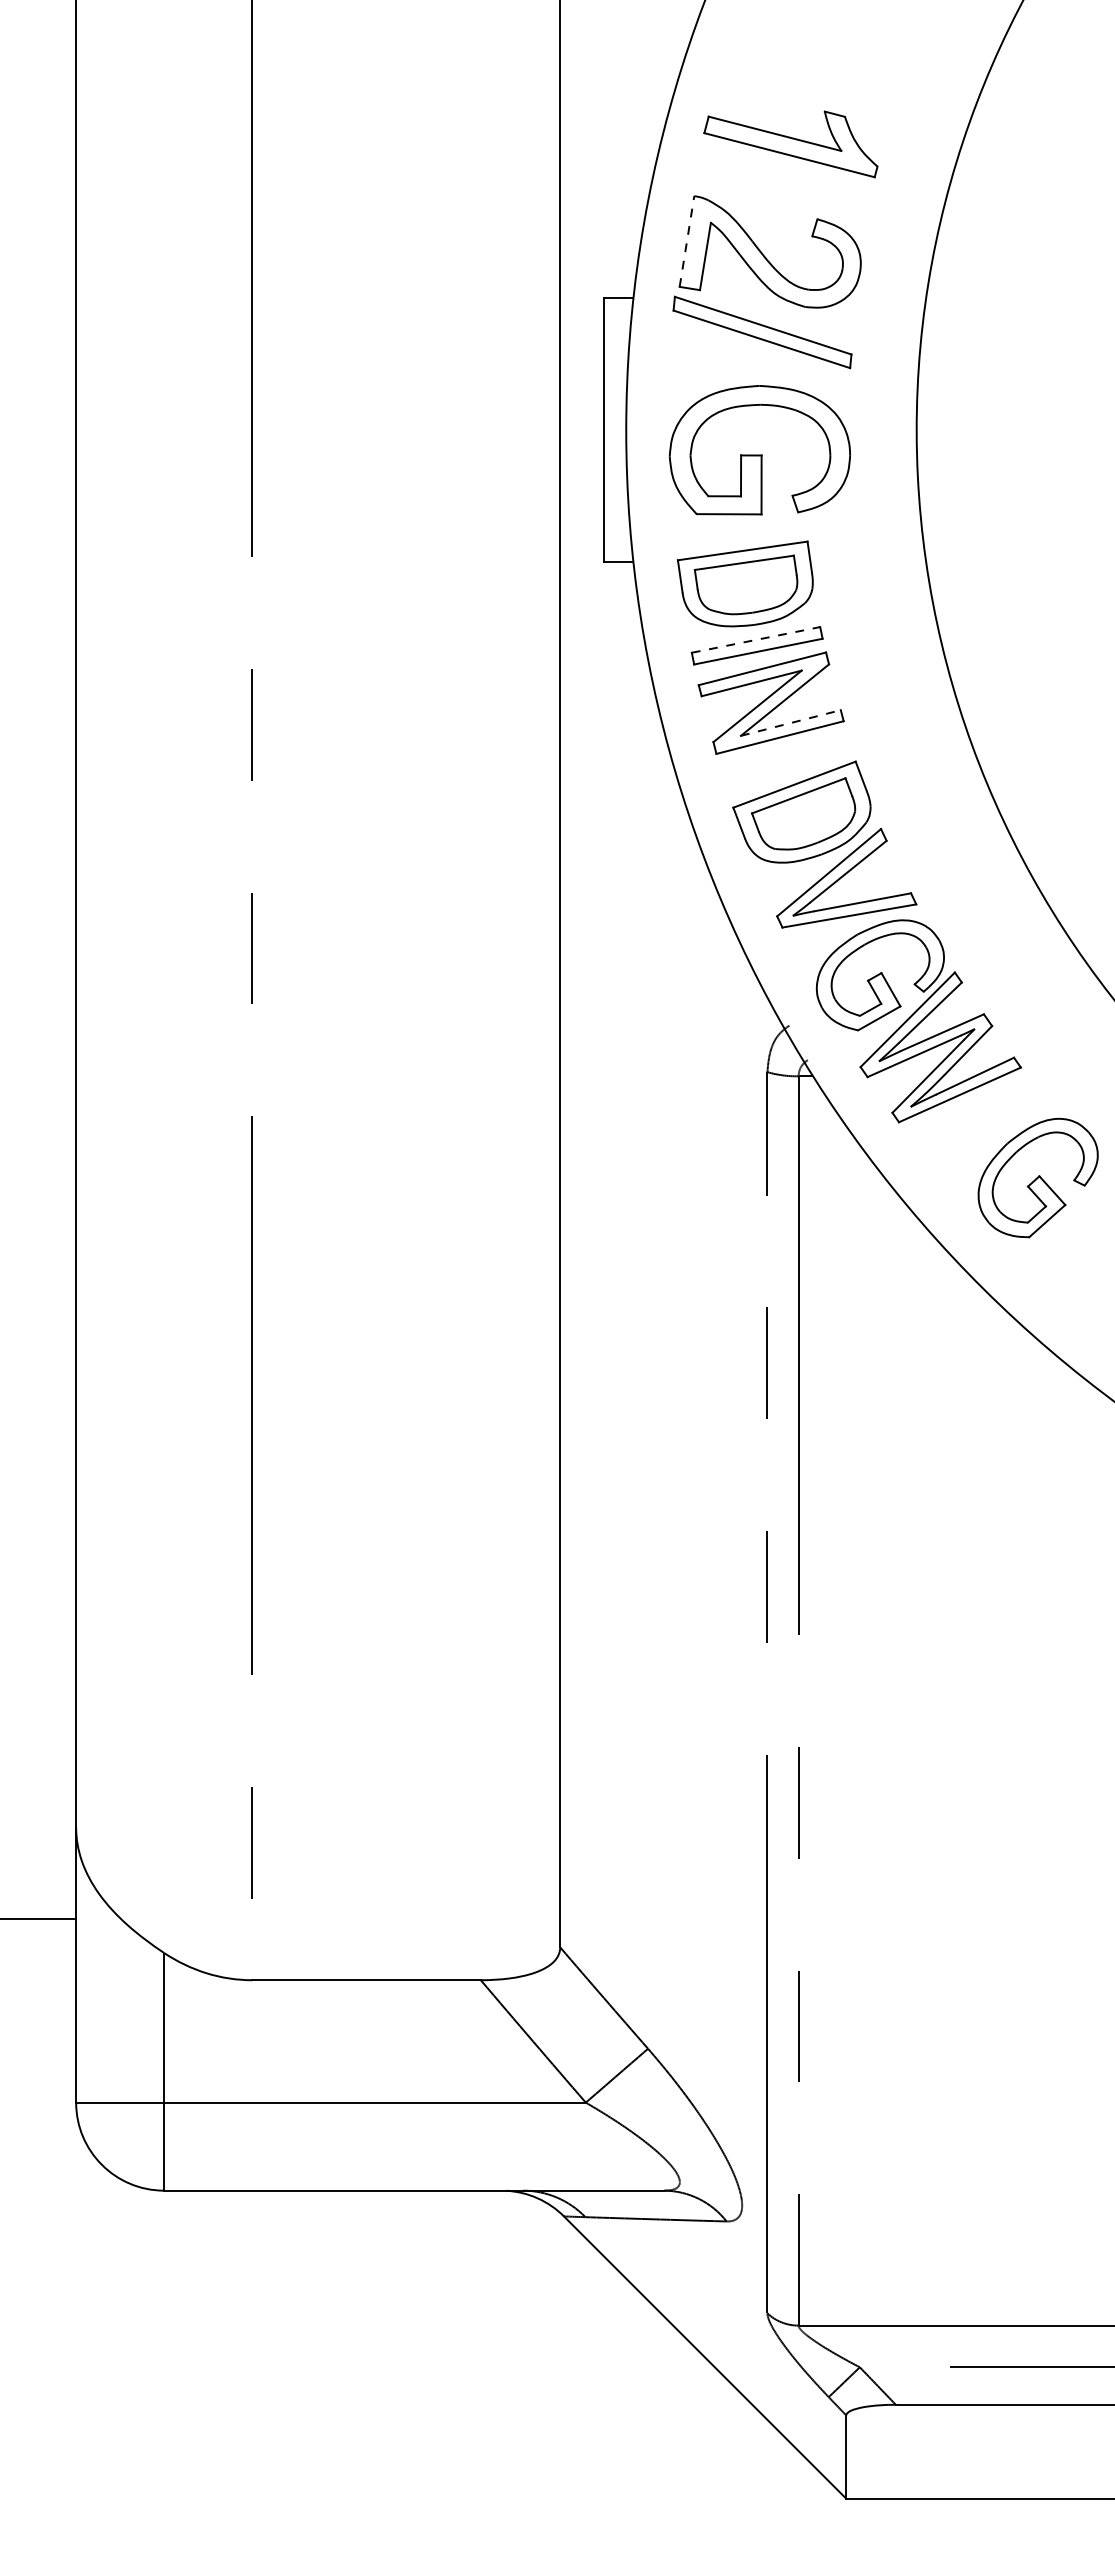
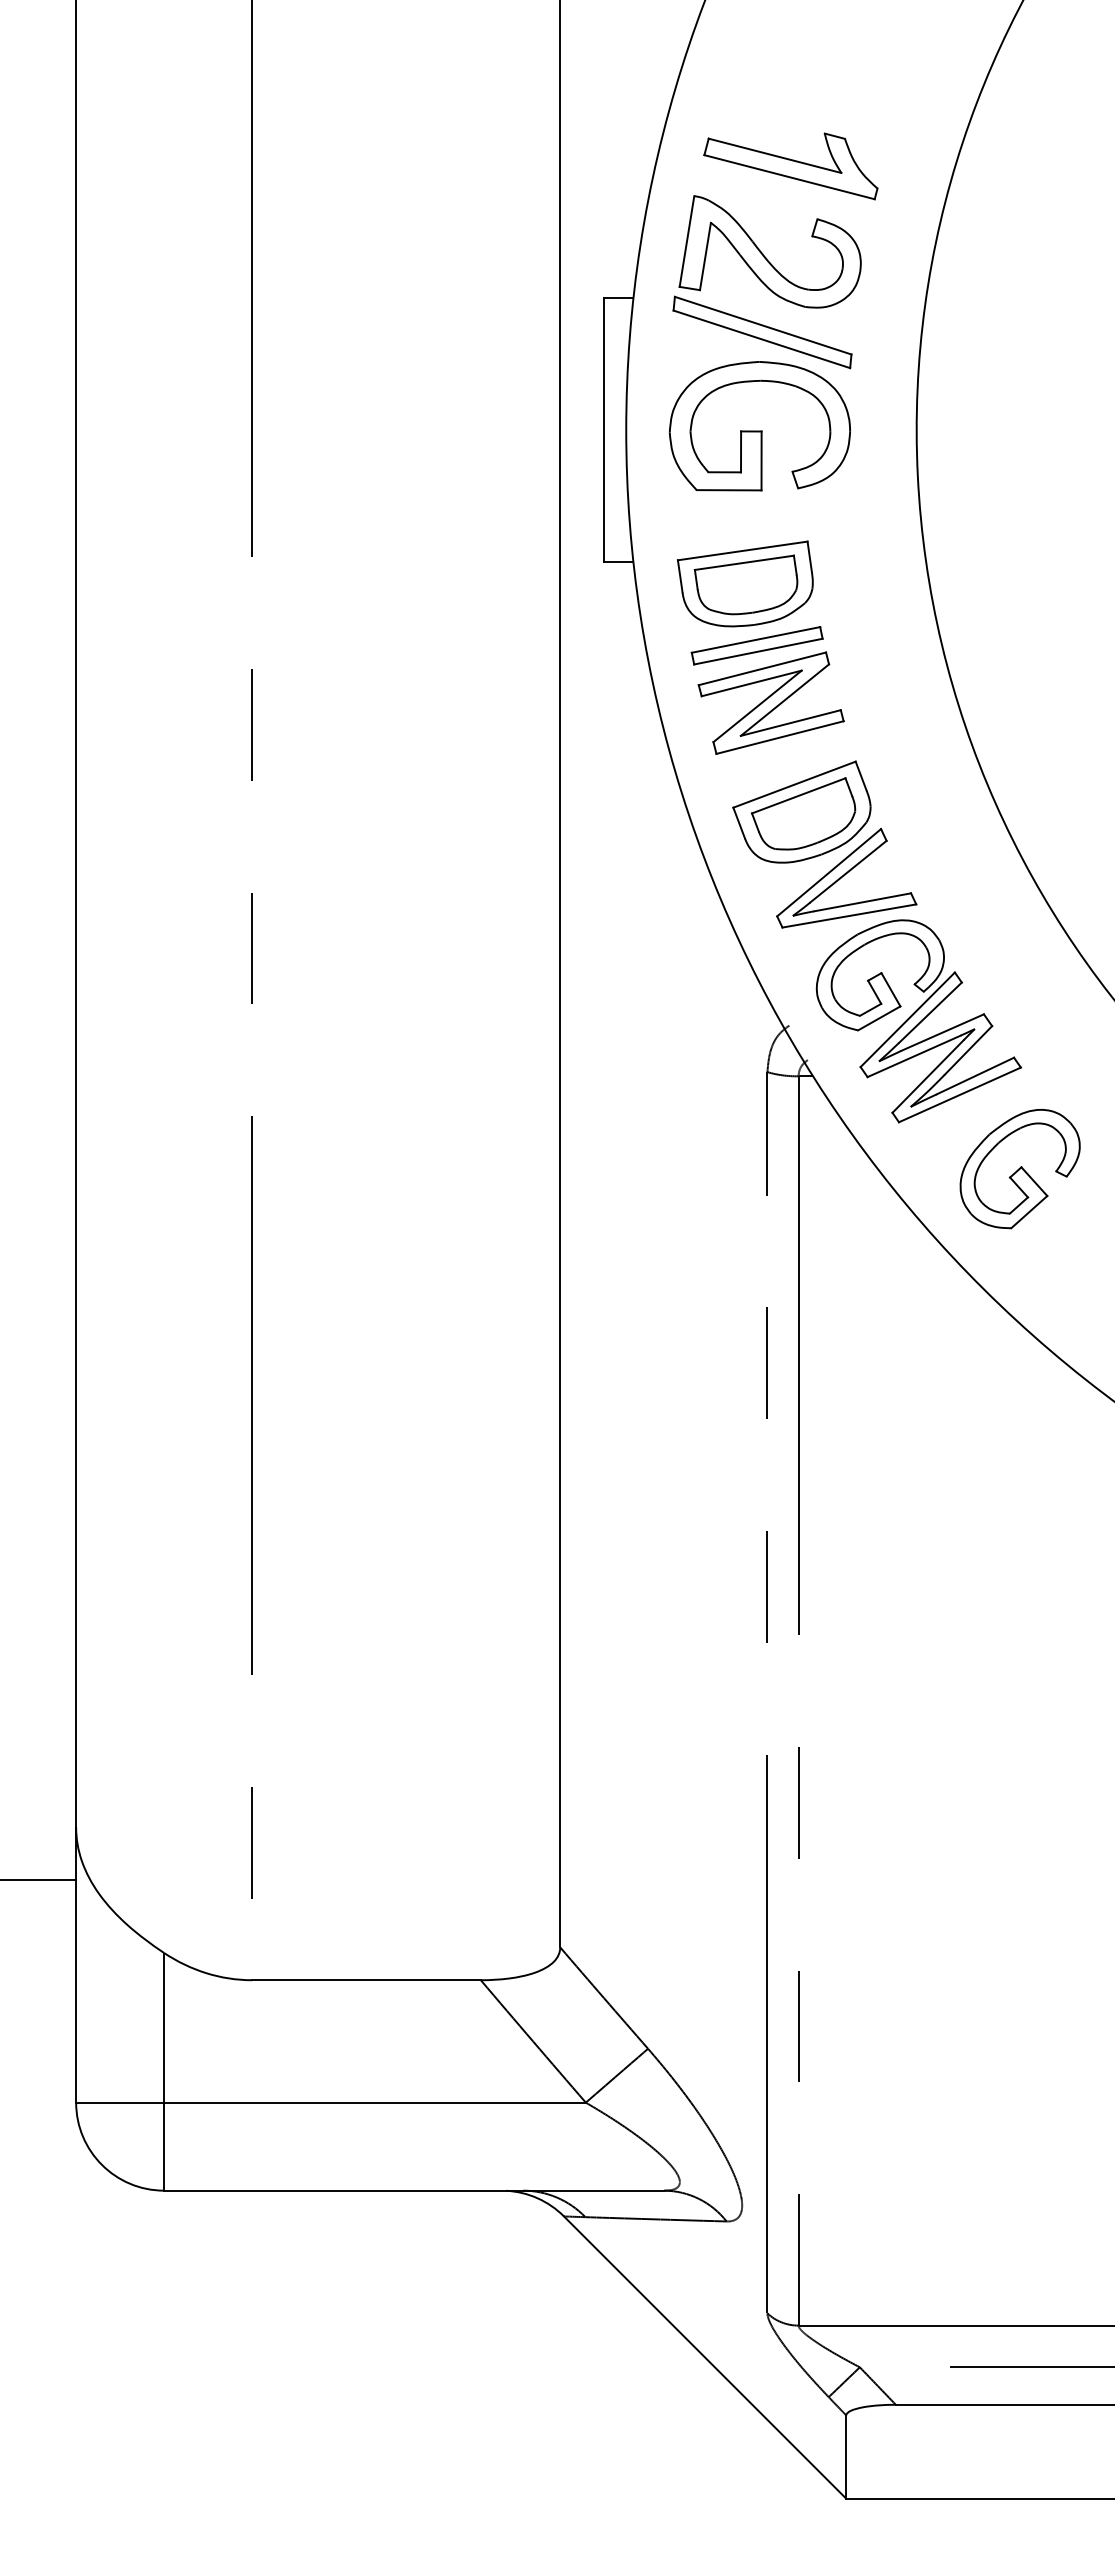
part at (790, 144) position: (790, 144) -> (790, 166)
line at (686, 241): dashed -> solid
part at (759, 450) position: (759, 450) -> (759, 426)
line at (756, 639): dashed -> solid
line at (790, 723): dashed -> solid
part at (1037, 1178) position: (1037, 1178) -> (1019, 1169)
line at (39, 1919) position: (39, 1919) -> (39, 1880)
